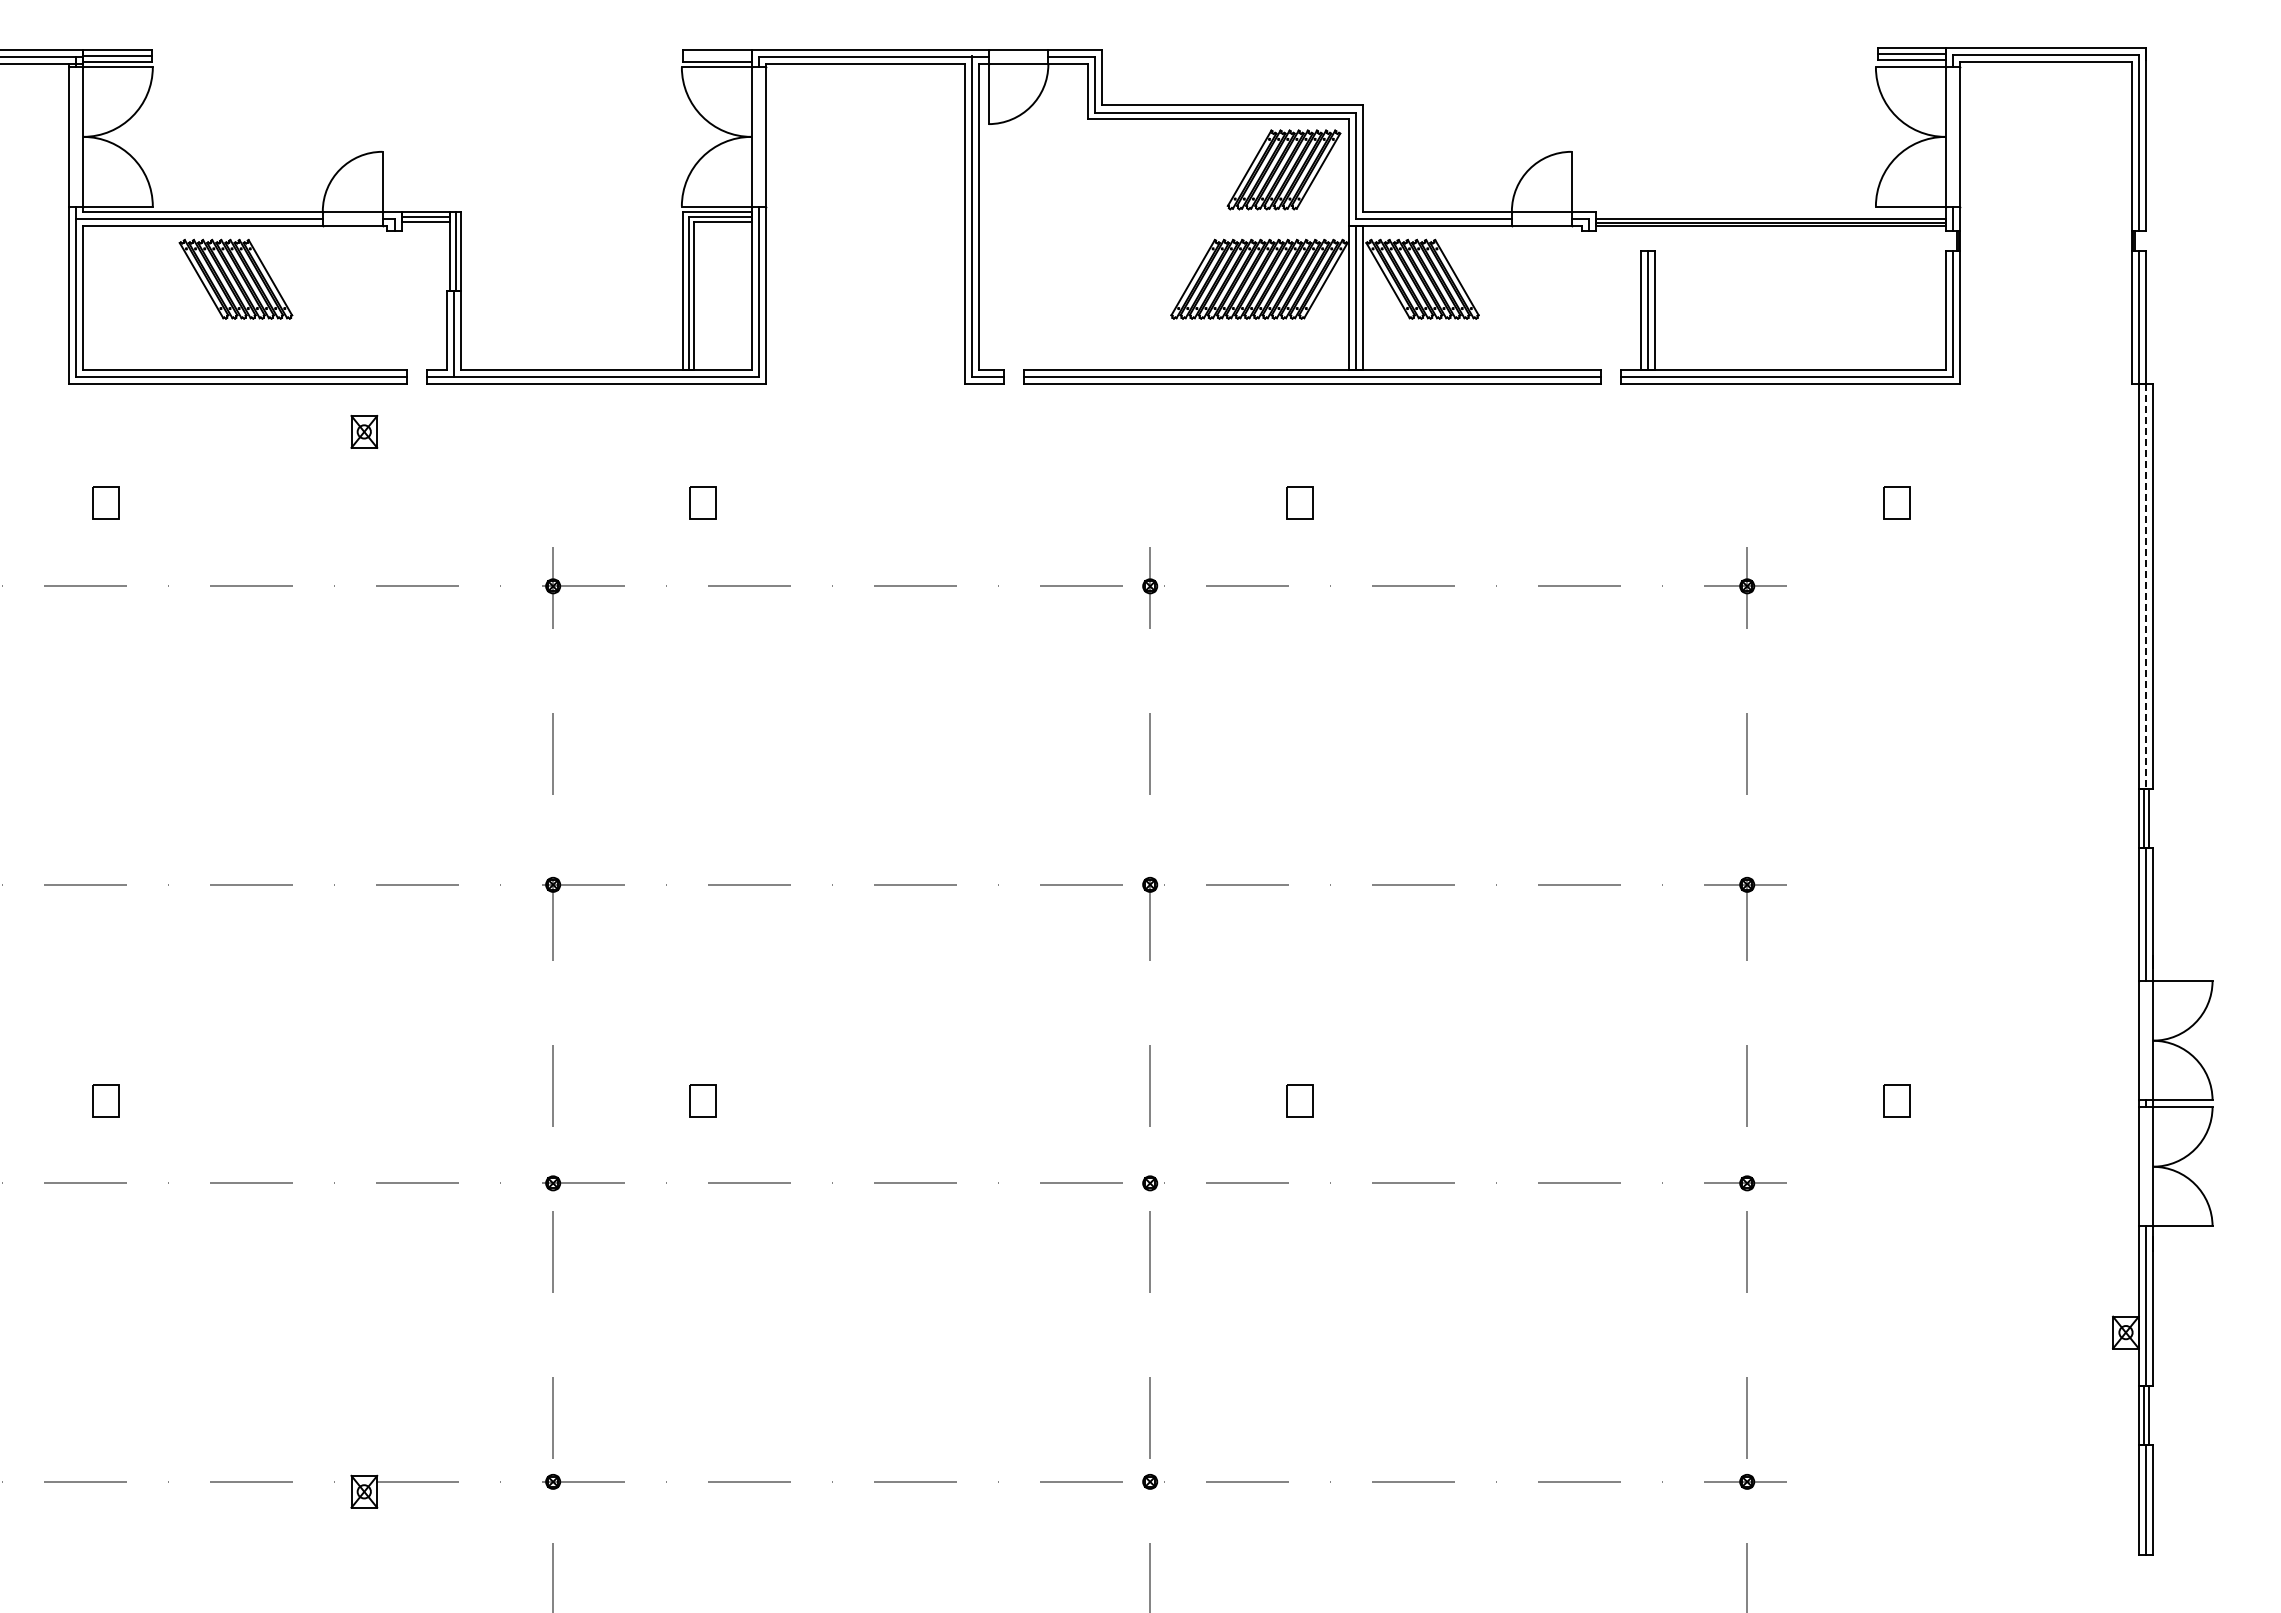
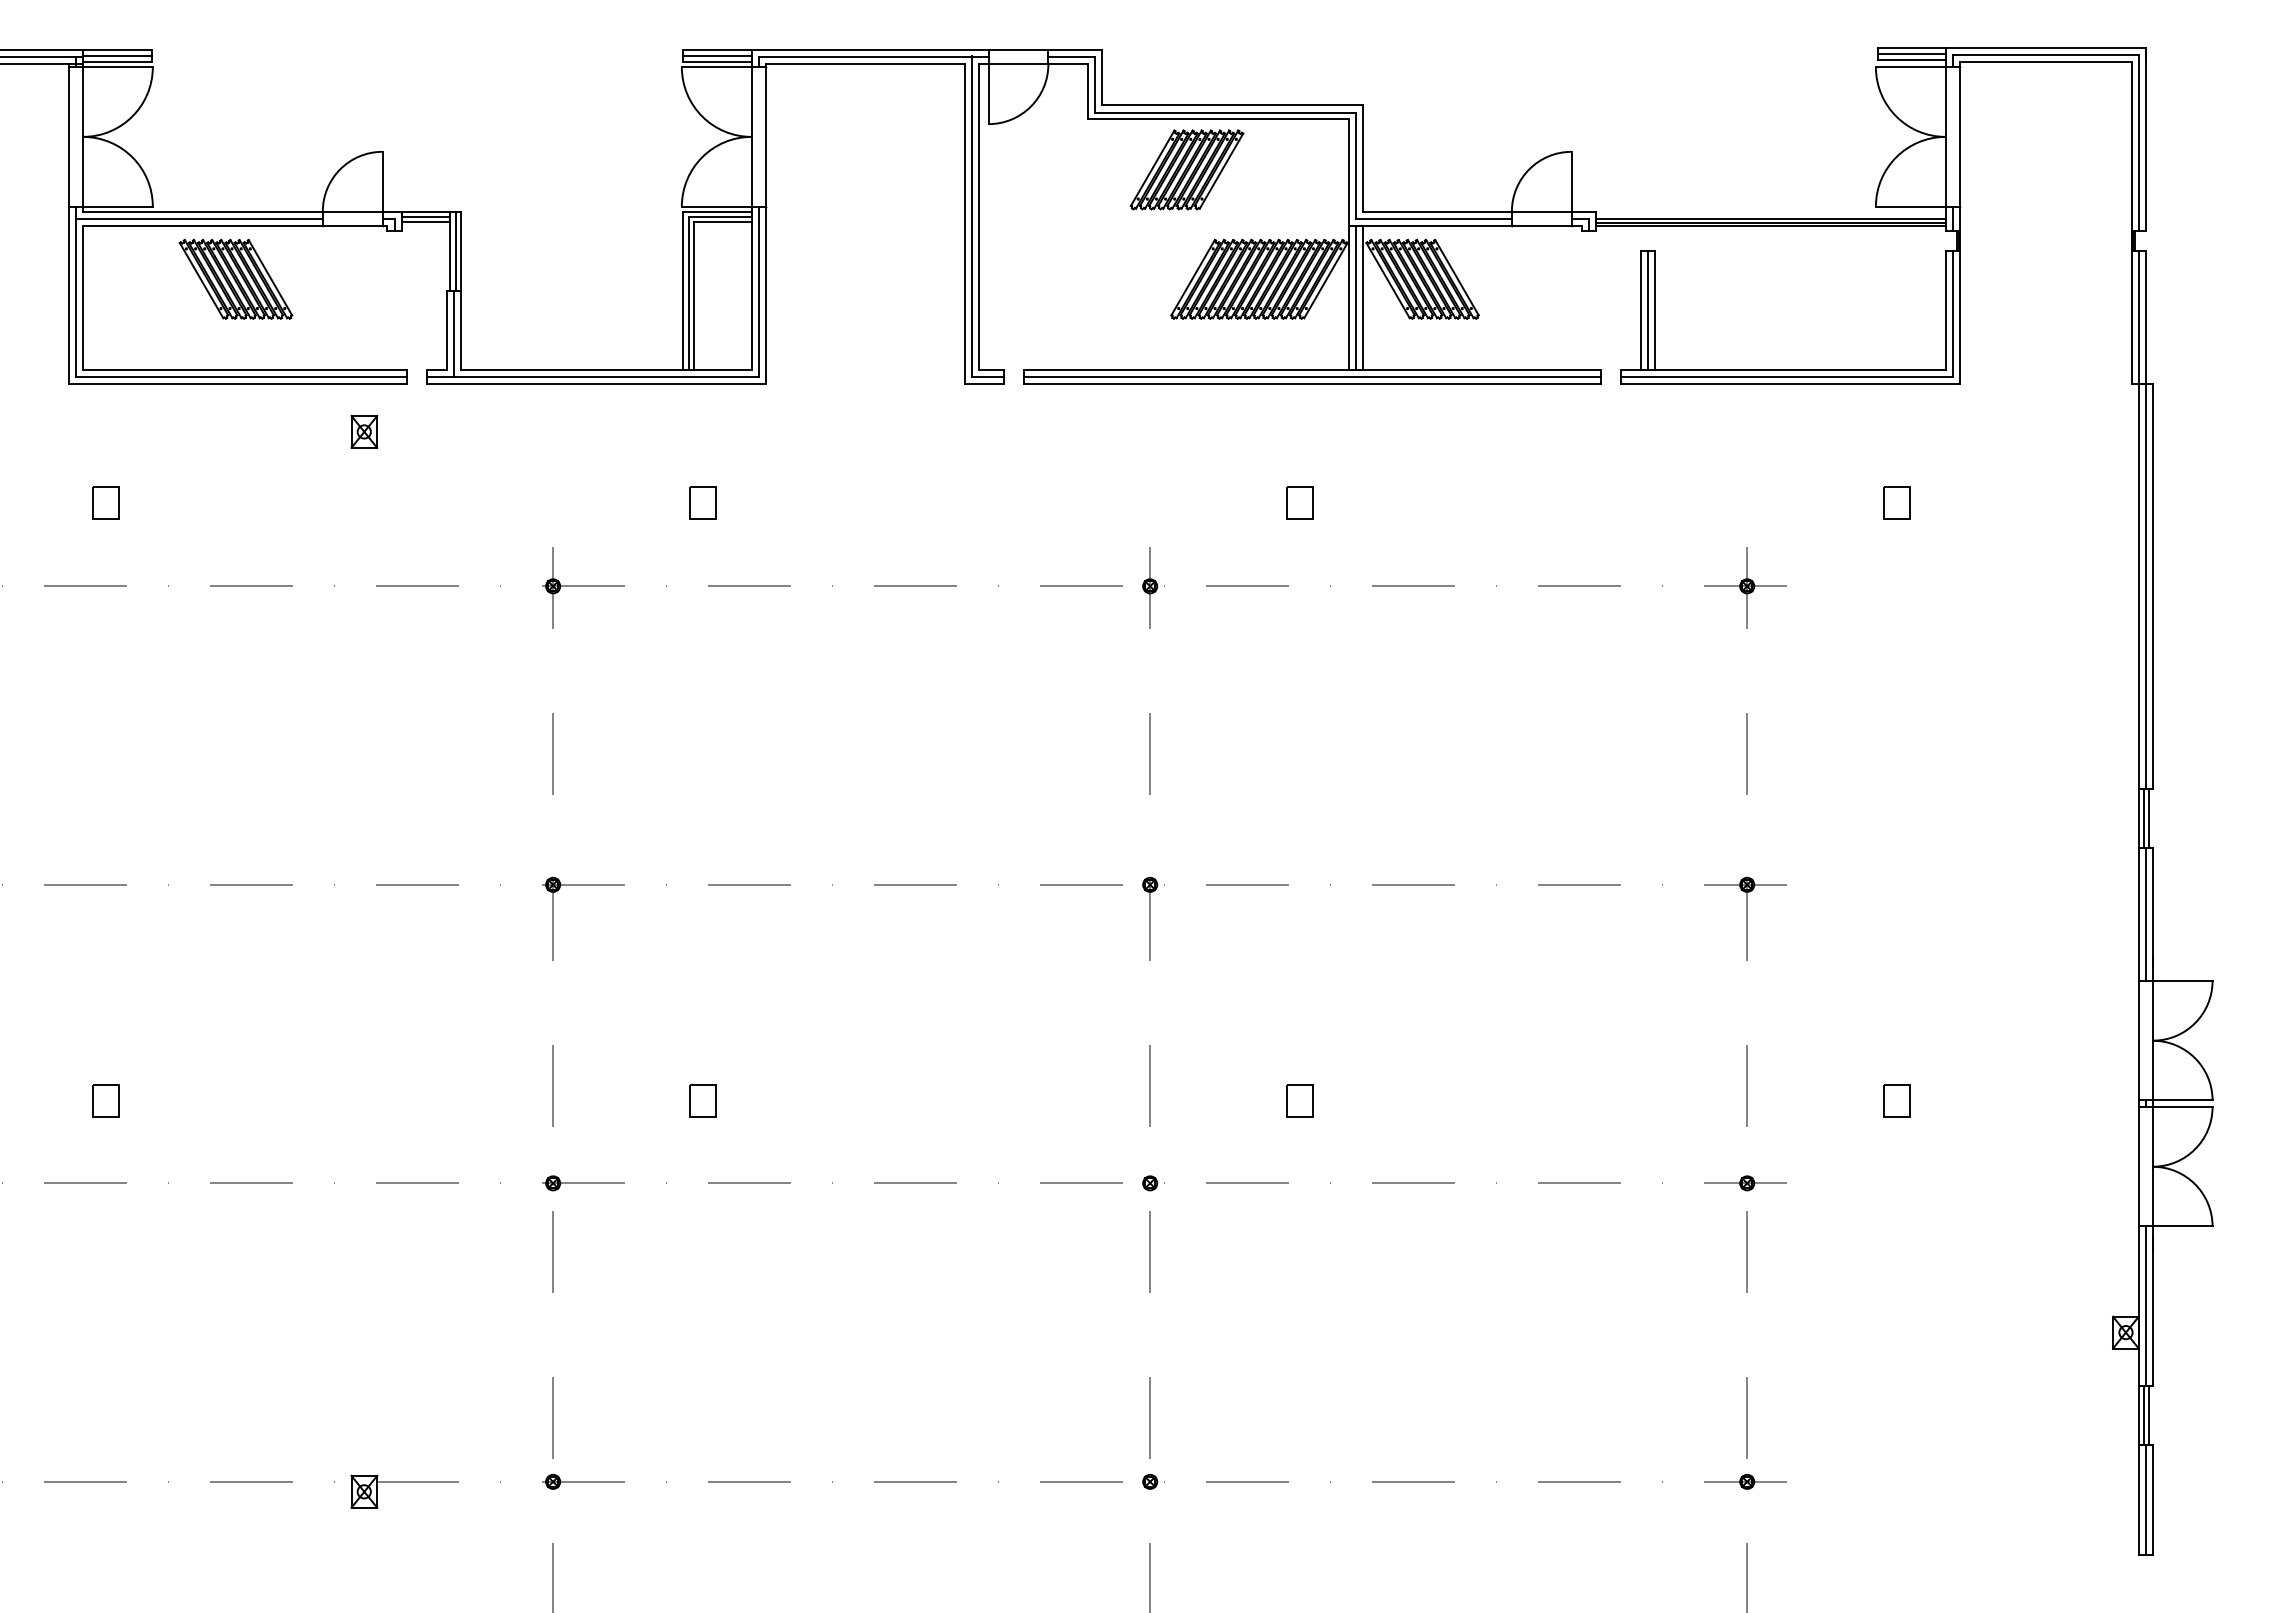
line at (717, 56): none -> present
part at (1283, 169) position: (1283, 169) -> (1186, 169)
line at (2145, 586): dashed -> solid
